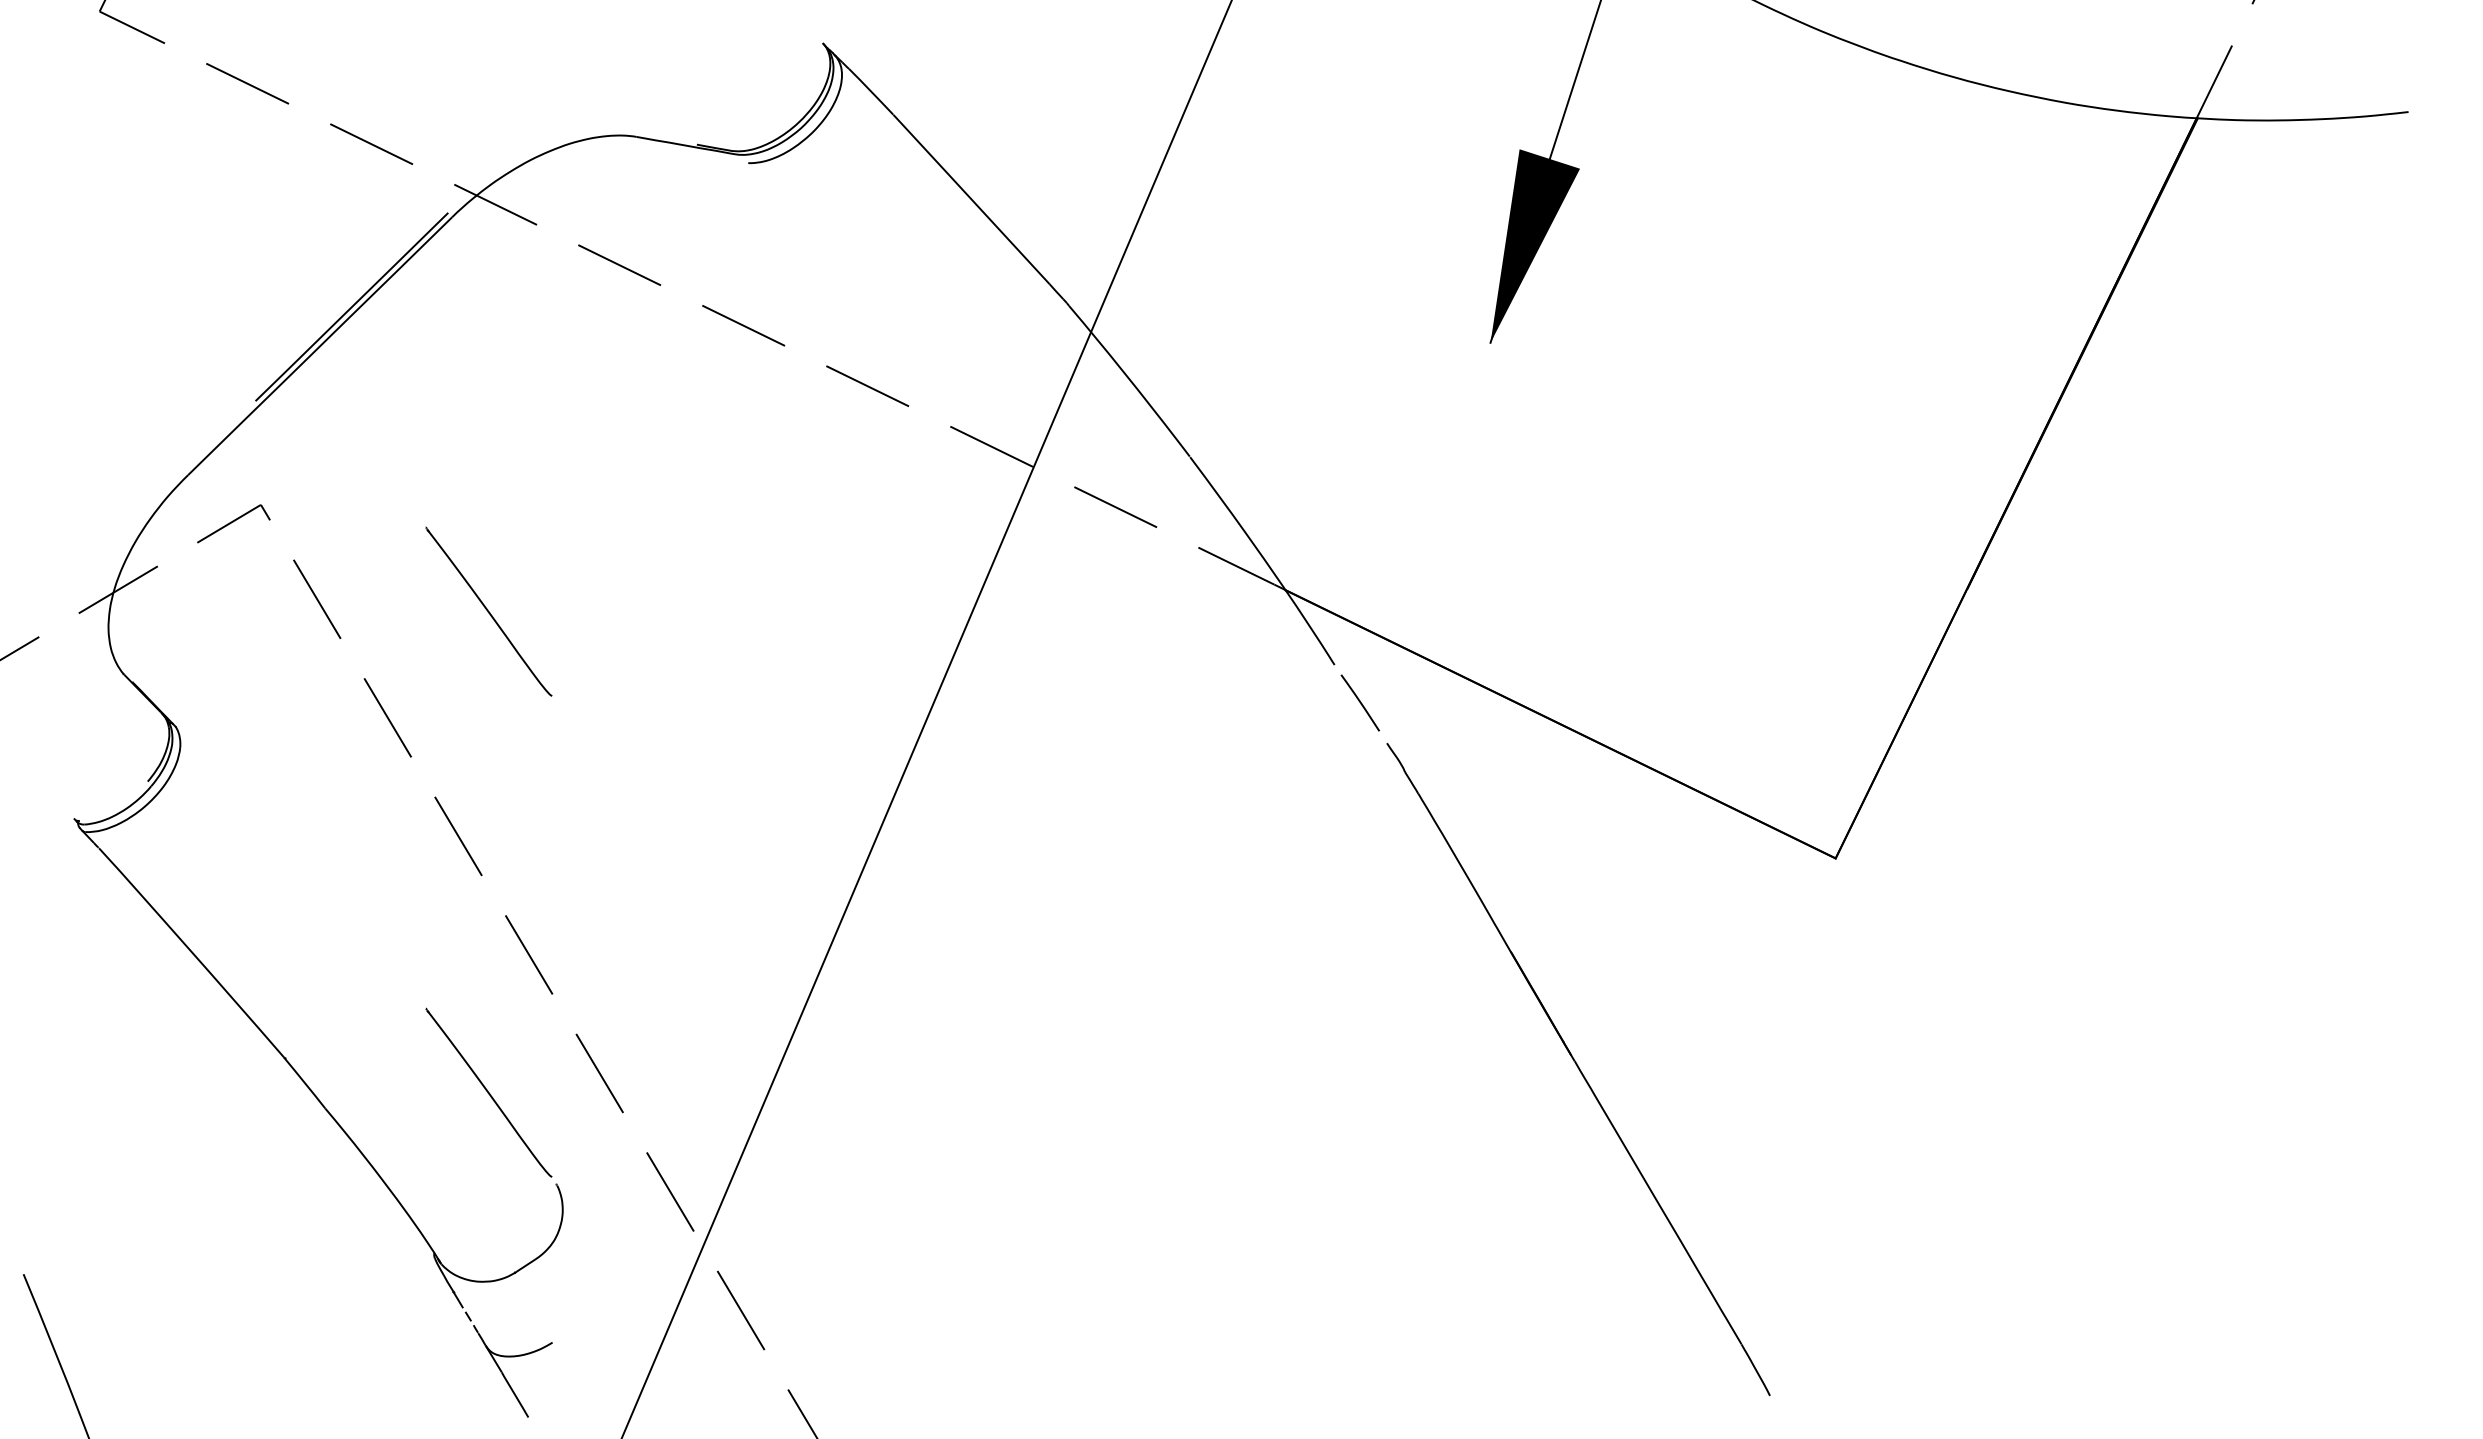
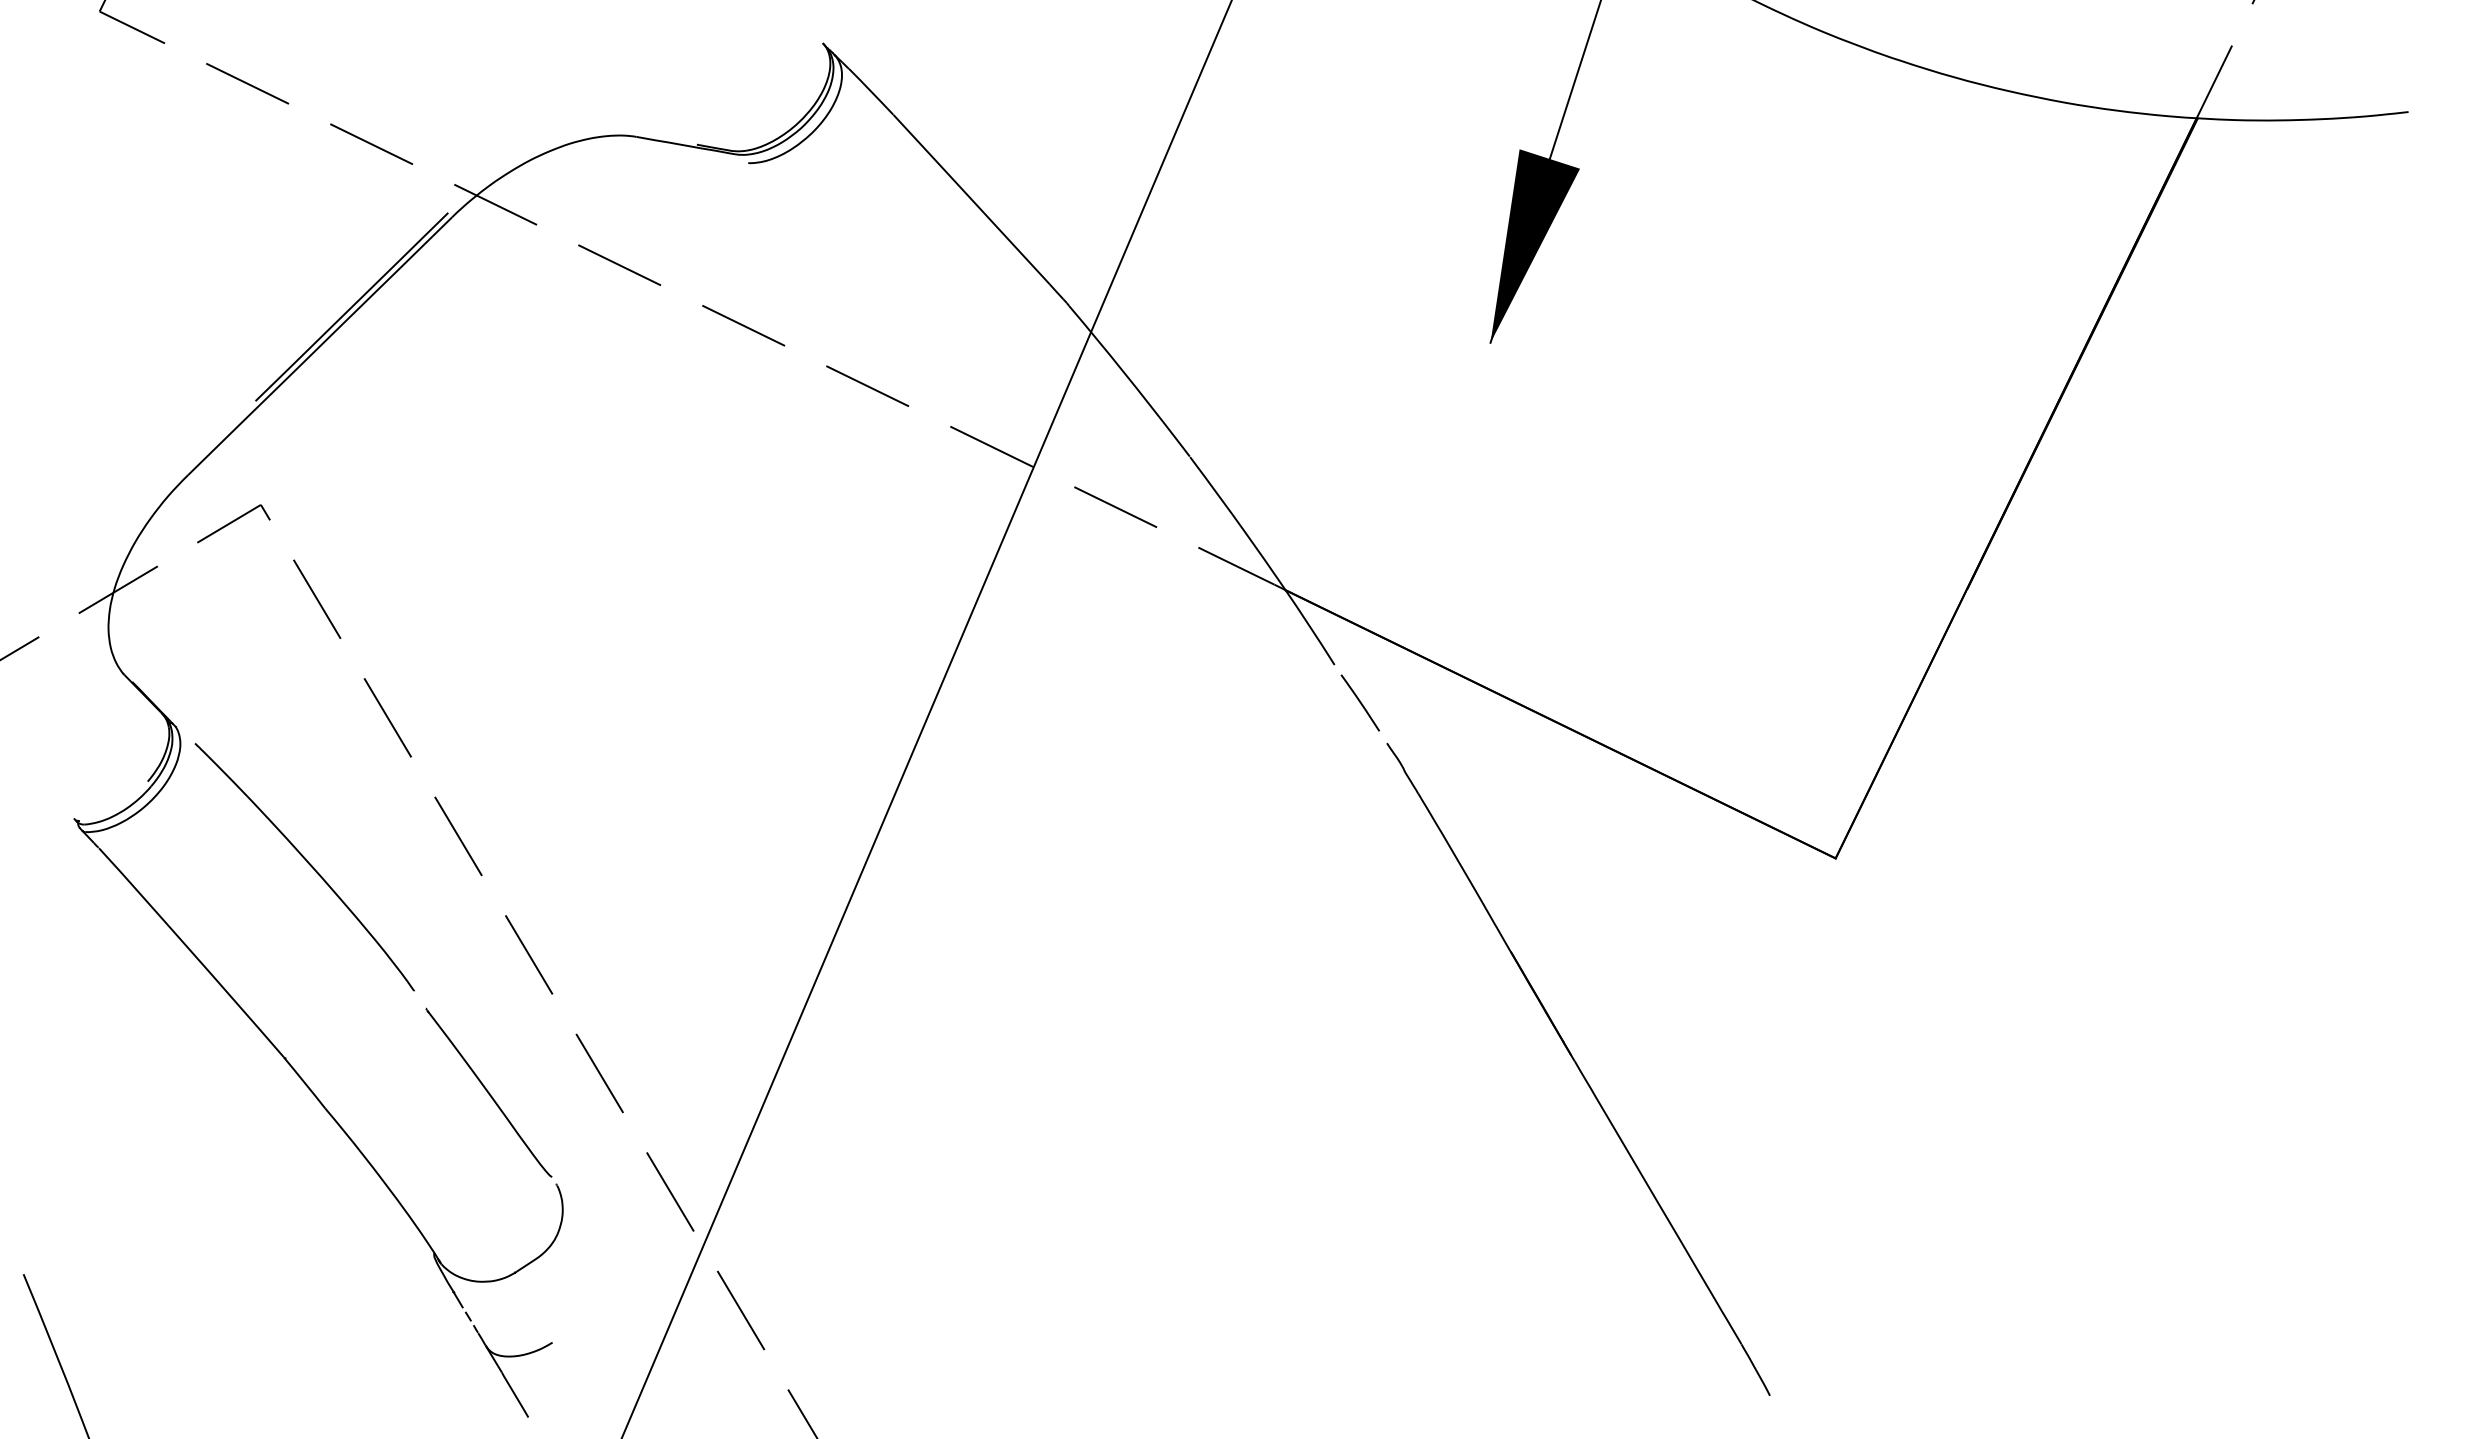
part at (488, 611): present -> none
curve at (307, 863): none -> present
